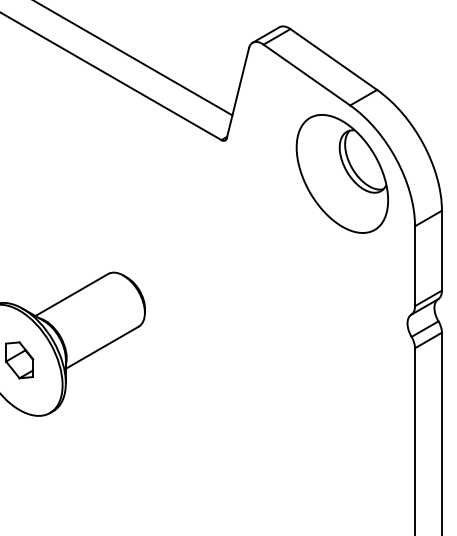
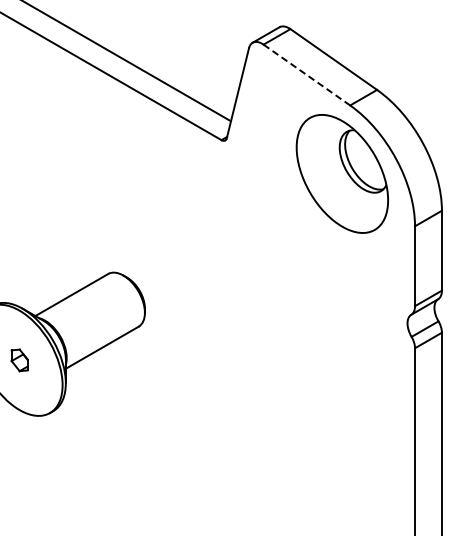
line at (134, 58) position: (134, 58) -> (127, 61)
line at (306, 75): solid -> dashed
part at (19, 360) size: 30x39 px -> 19x25 px
